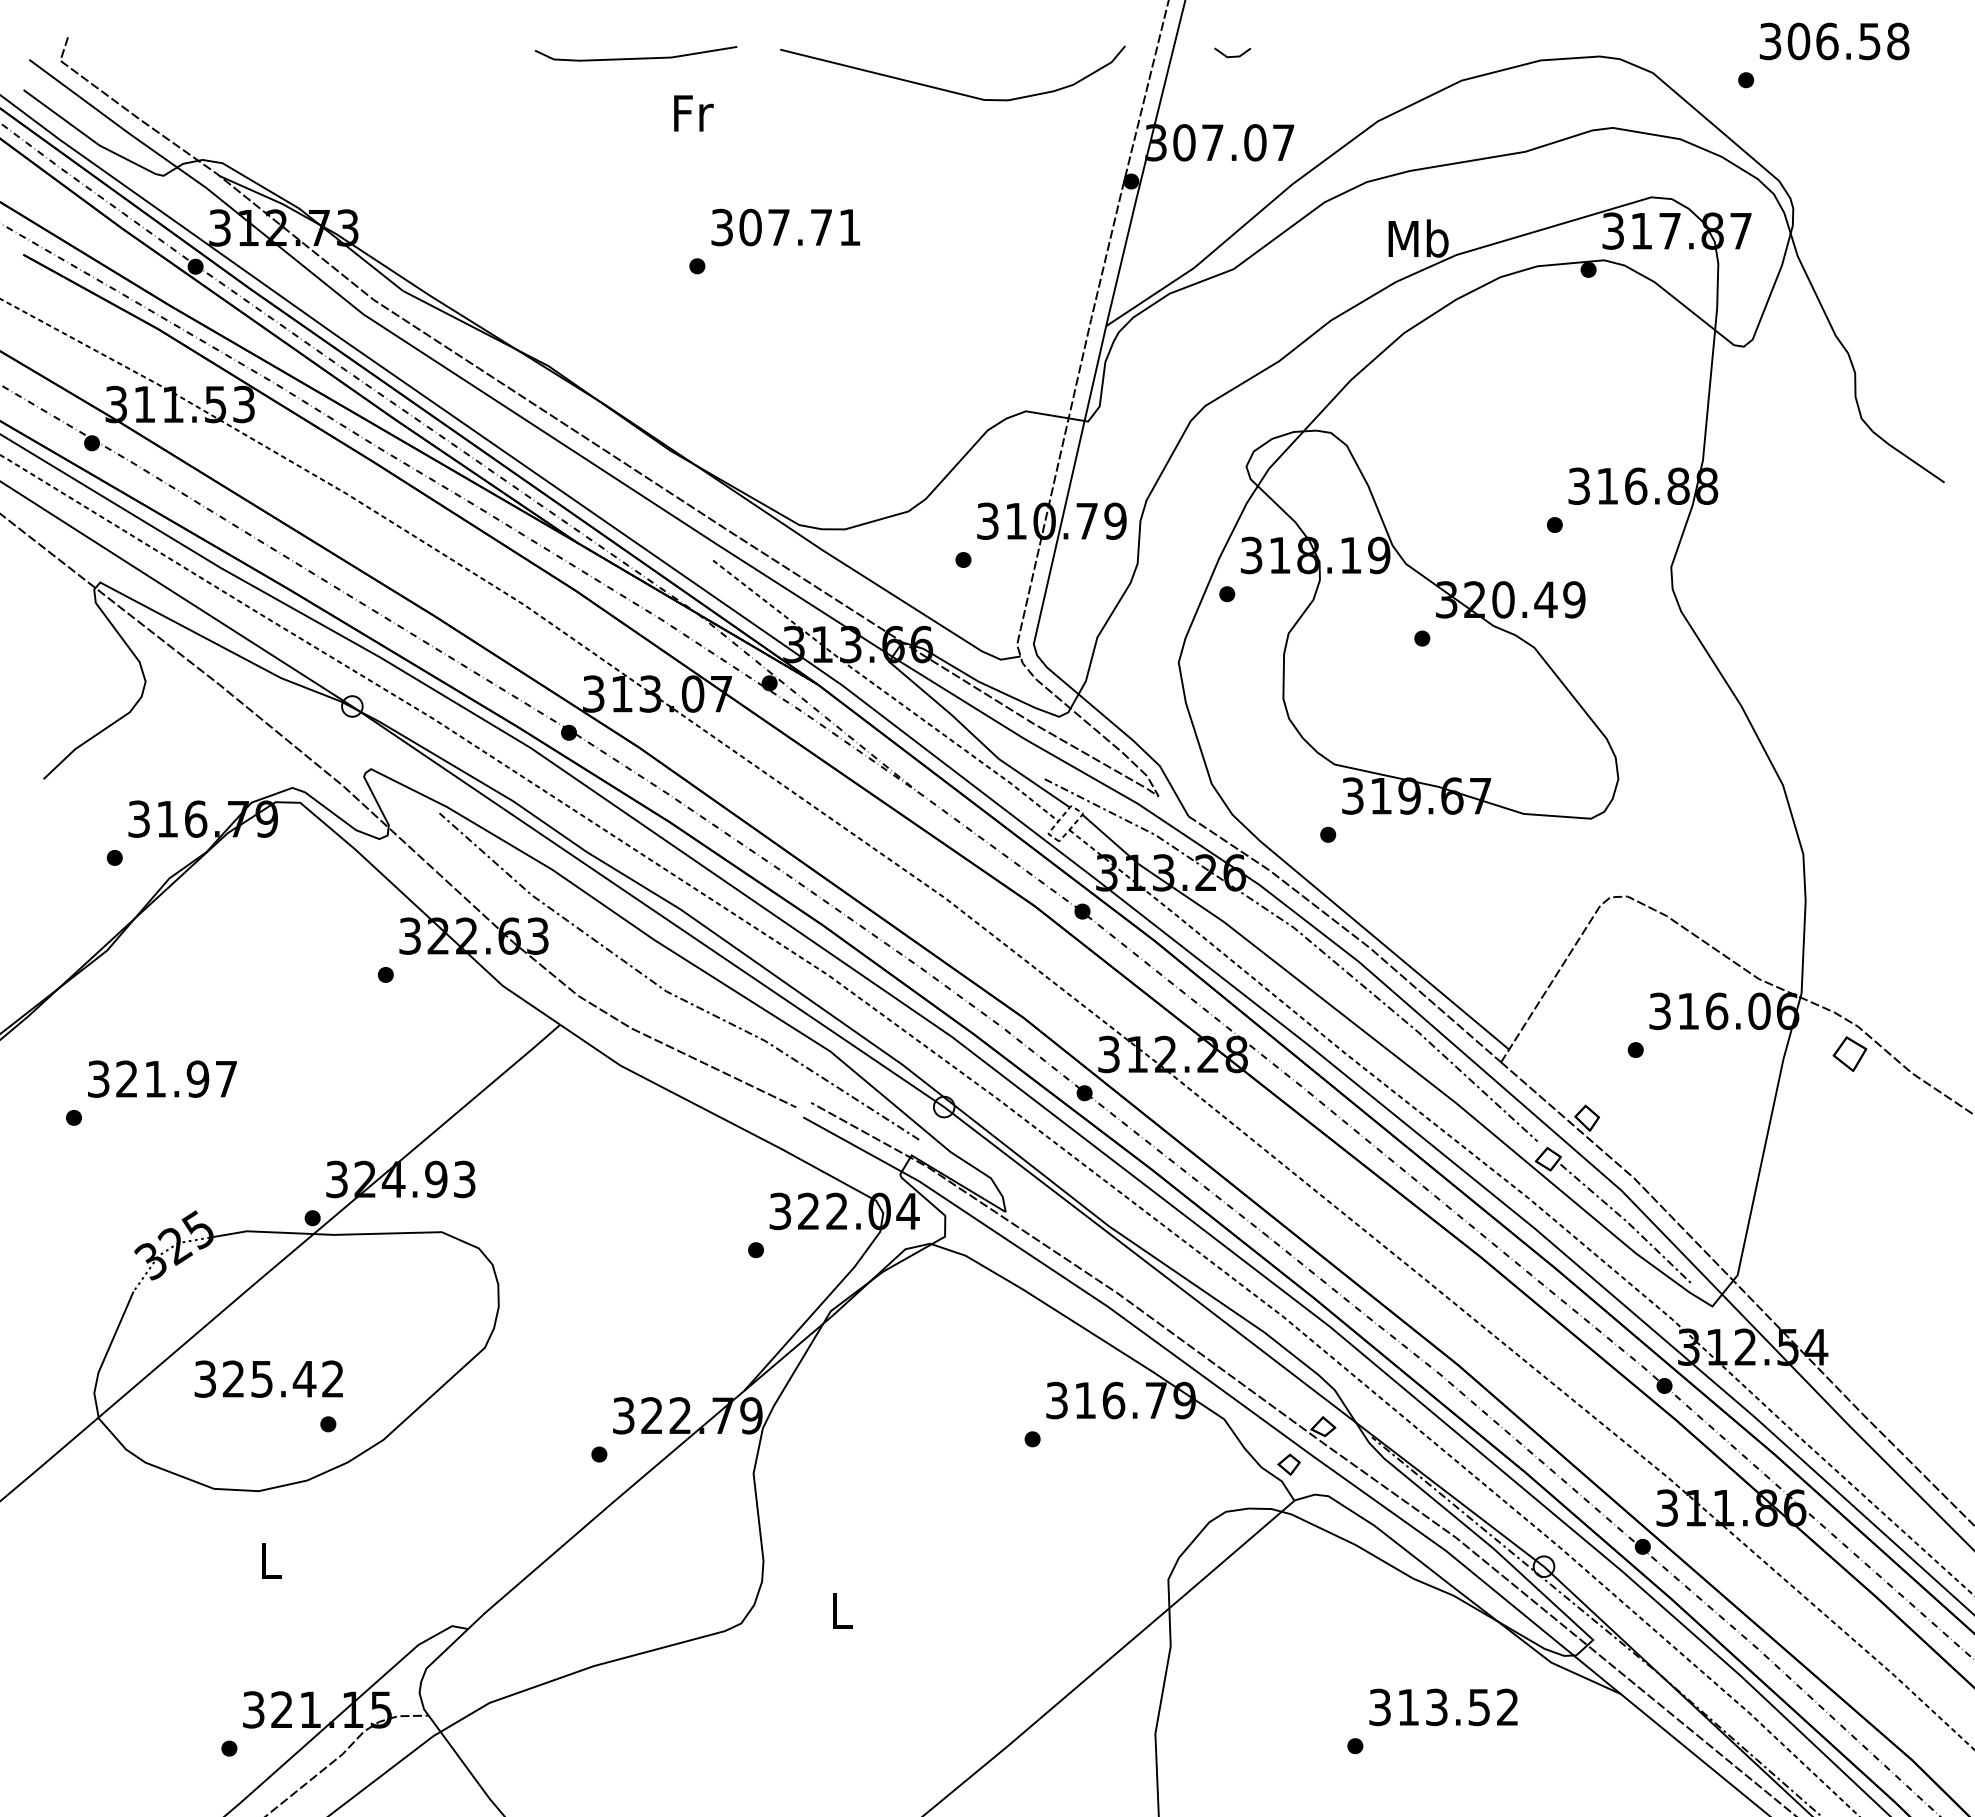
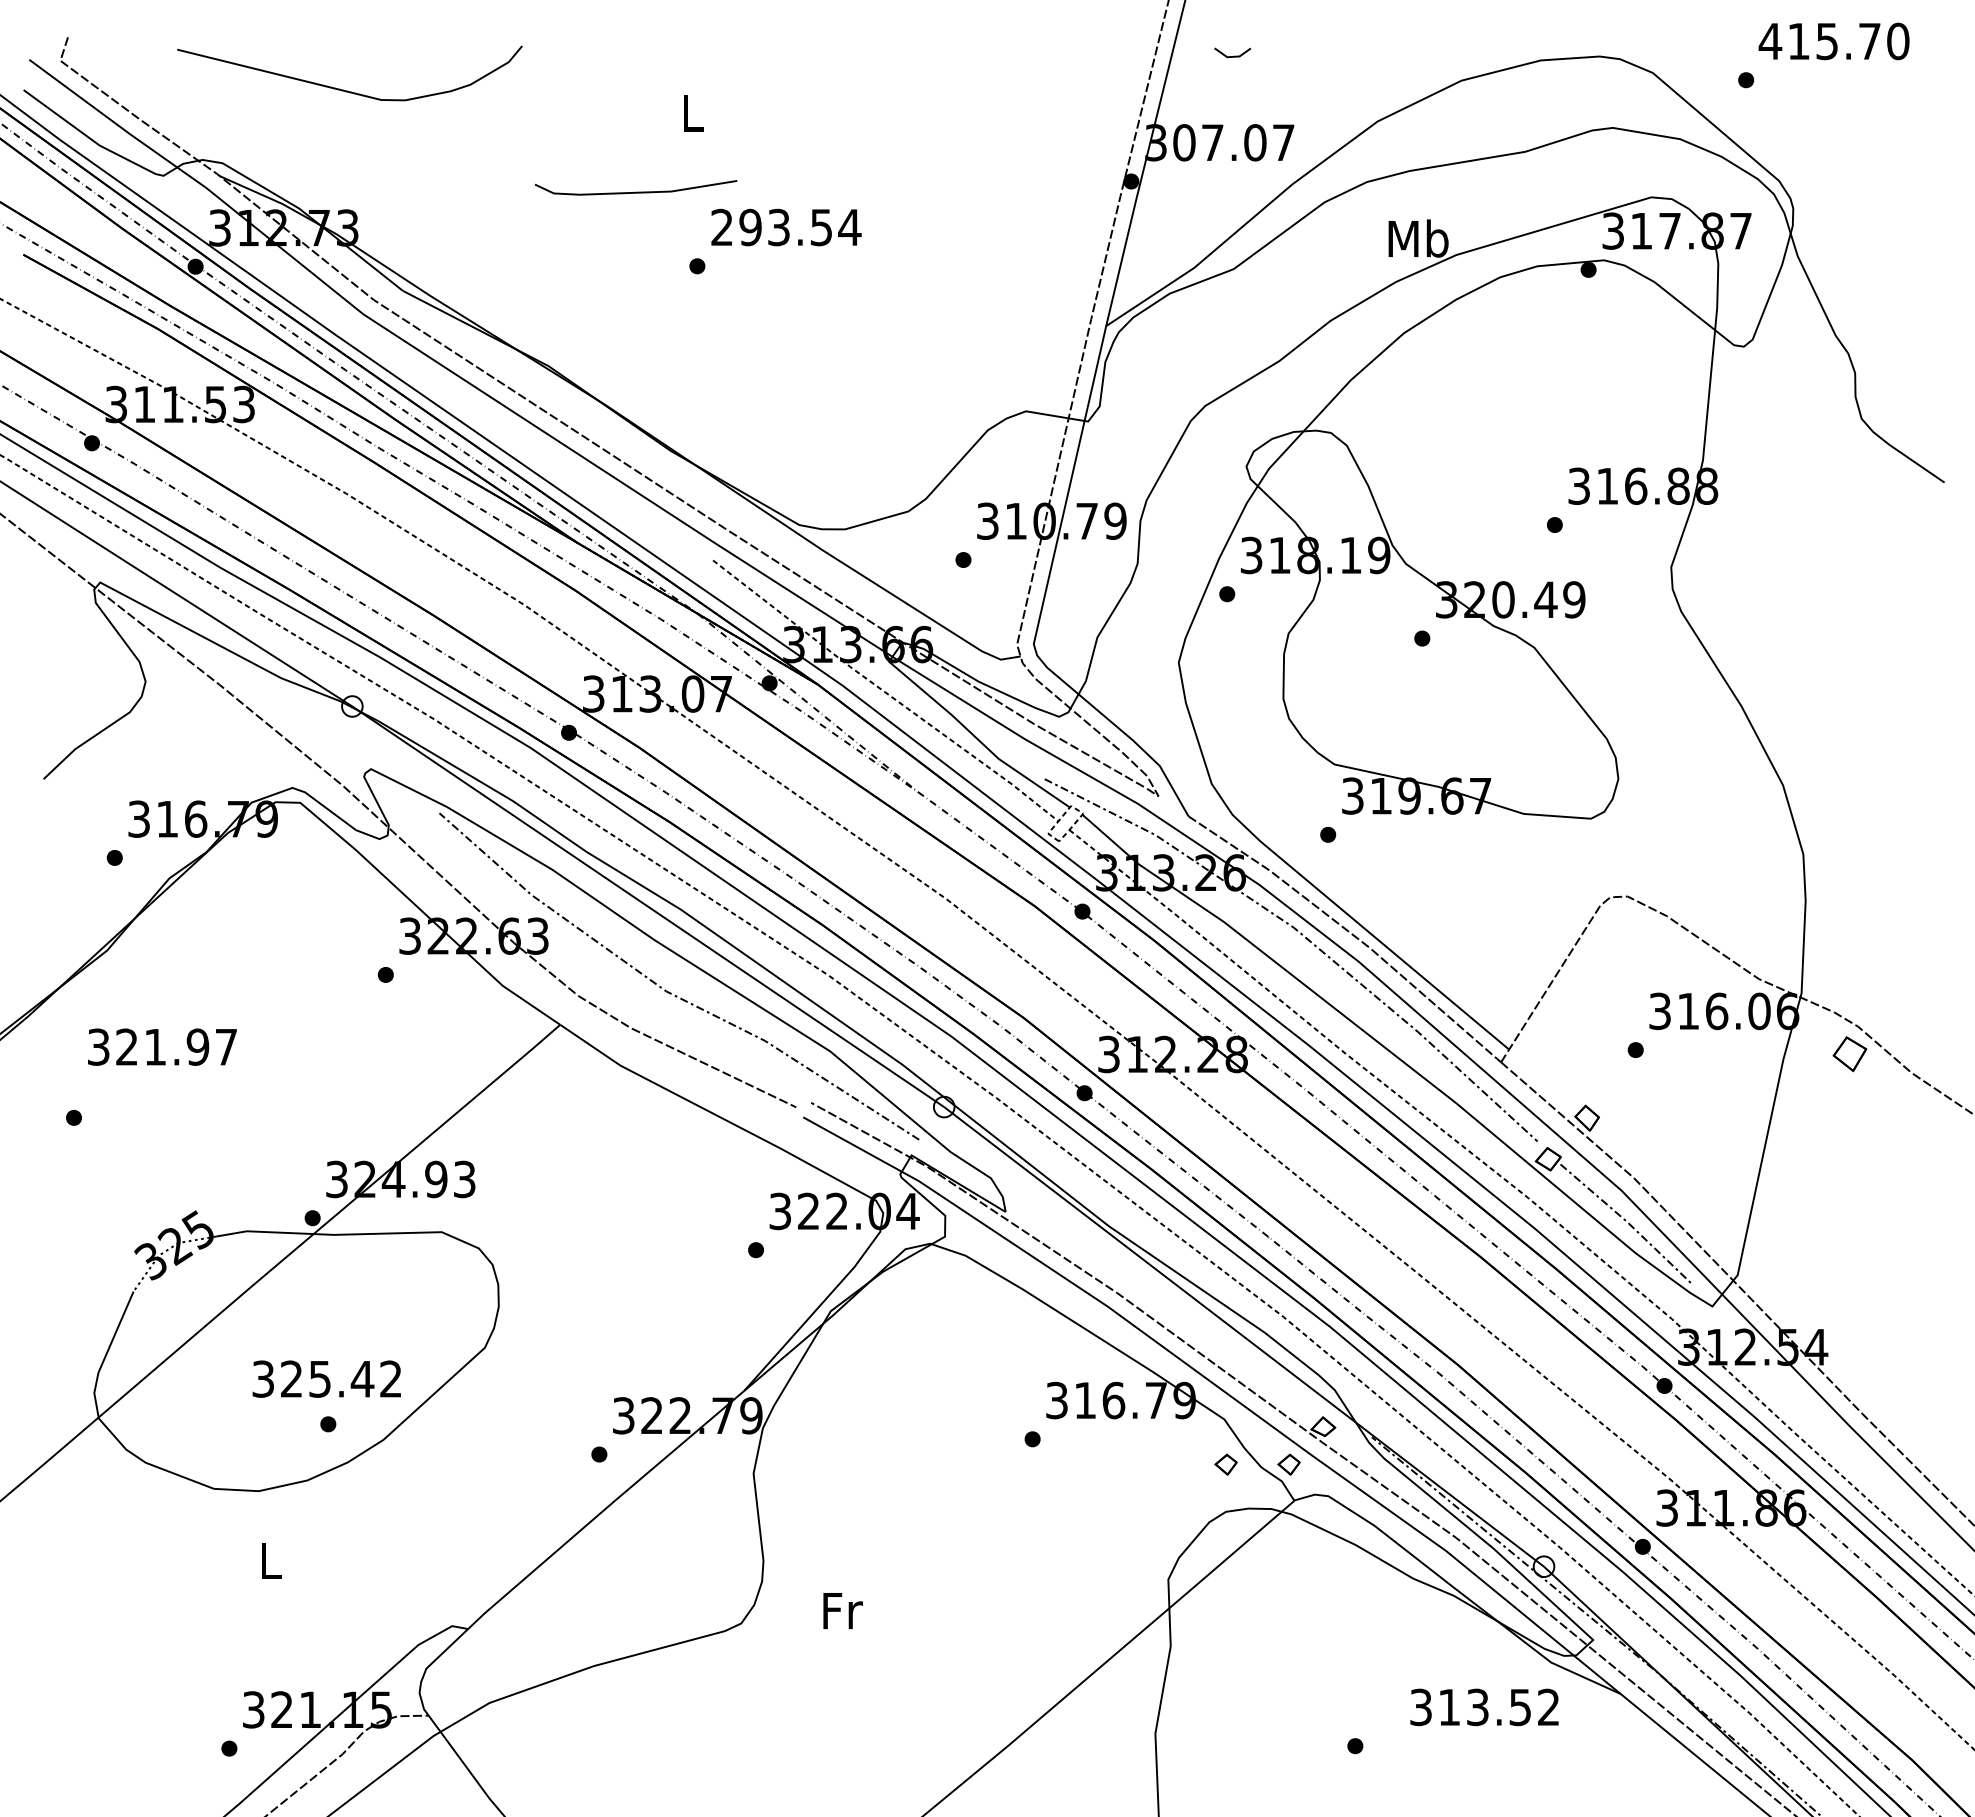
text at (1833, 41): 306.58 -> 415.70
line at (635, 57) position: (635, 57) -> (635, 191)
curve at (946, 89) position: (946, 89) -> (343, 89)
text at (693, 113): Fr -> L
text at (786, 227): 307.71 -> 293.54
text at (162, 1078) position: (162, 1078) -> (162, 1046)
text at (268, 1378) position: (268, 1378) -> (326, 1378)
part at (1225, 1464): none -> present
text at (842, 1611): L -> Fr
text at (1443, 1707) position: (1443, 1707) -> (1484, 1707)
